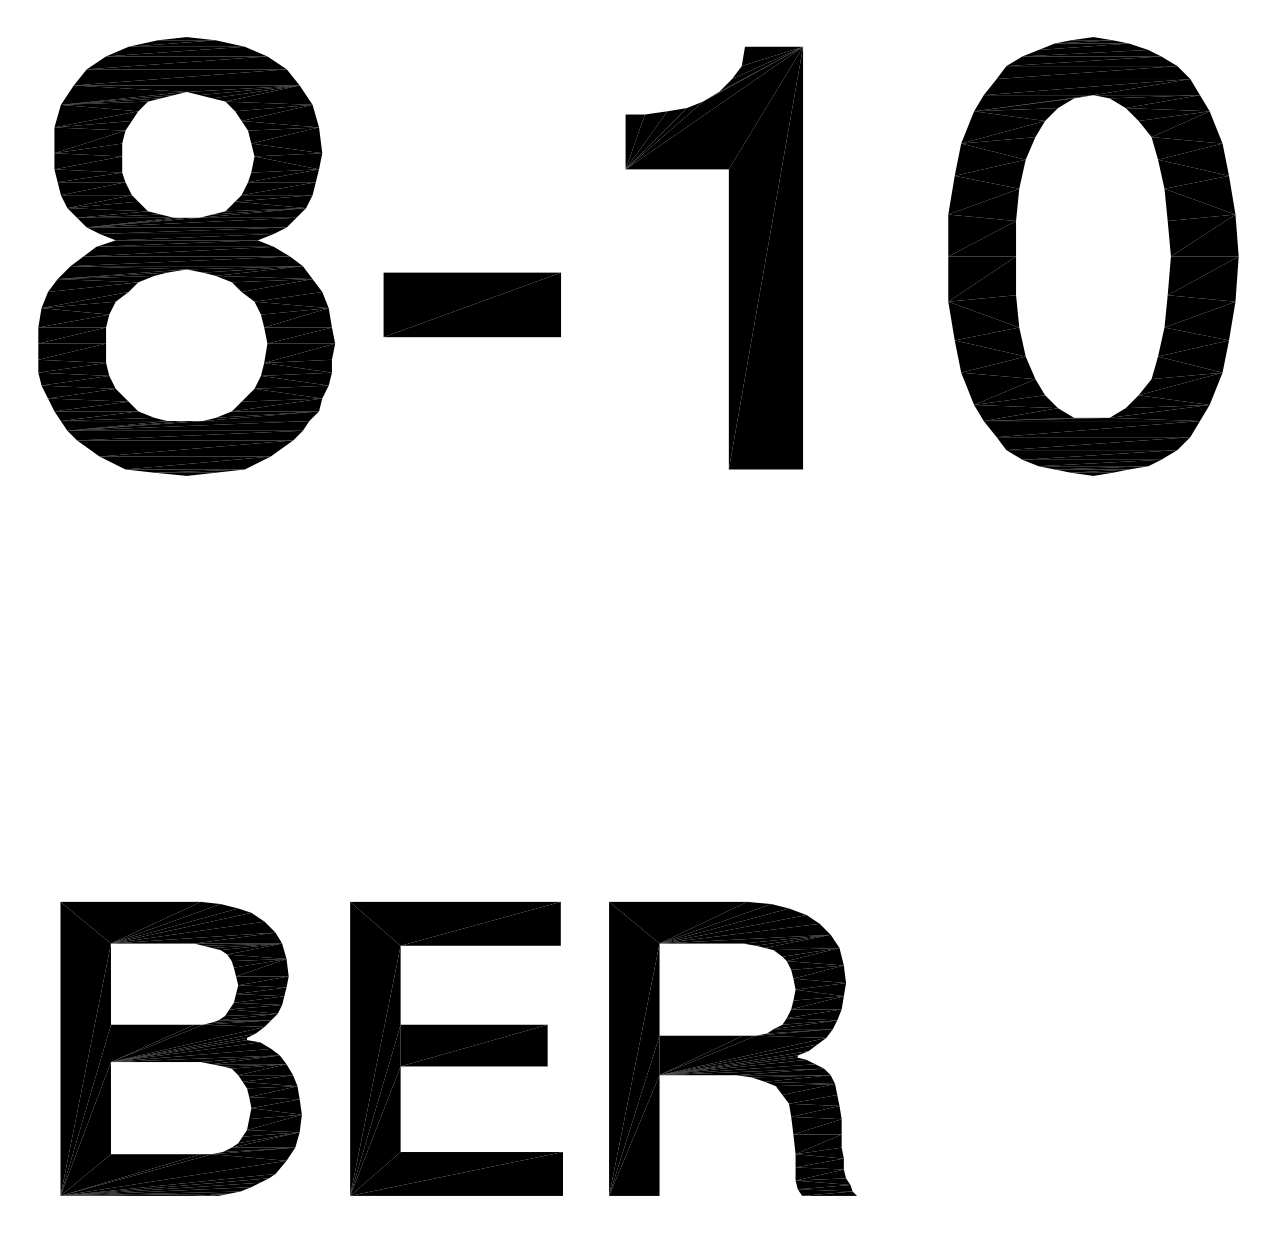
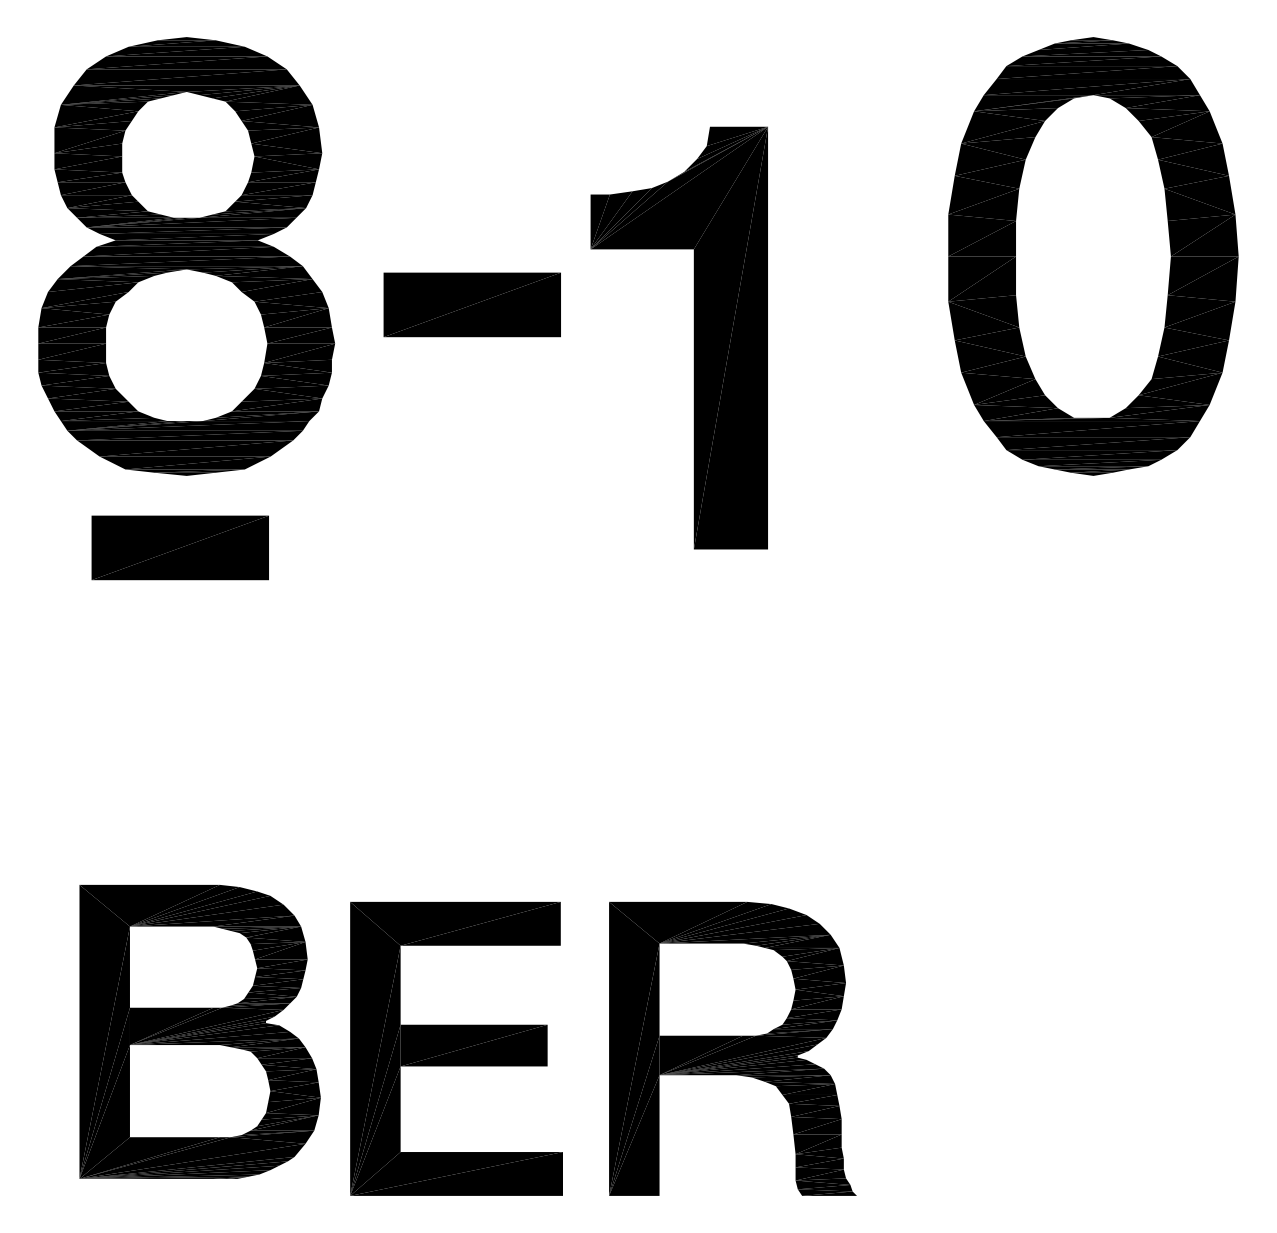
part at (728, 257) position: (728, 257) -> (693, 337)
part at (179, 547): none -> present
part at (180, 1048) position: (180, 1048) -> (199, 1031)
